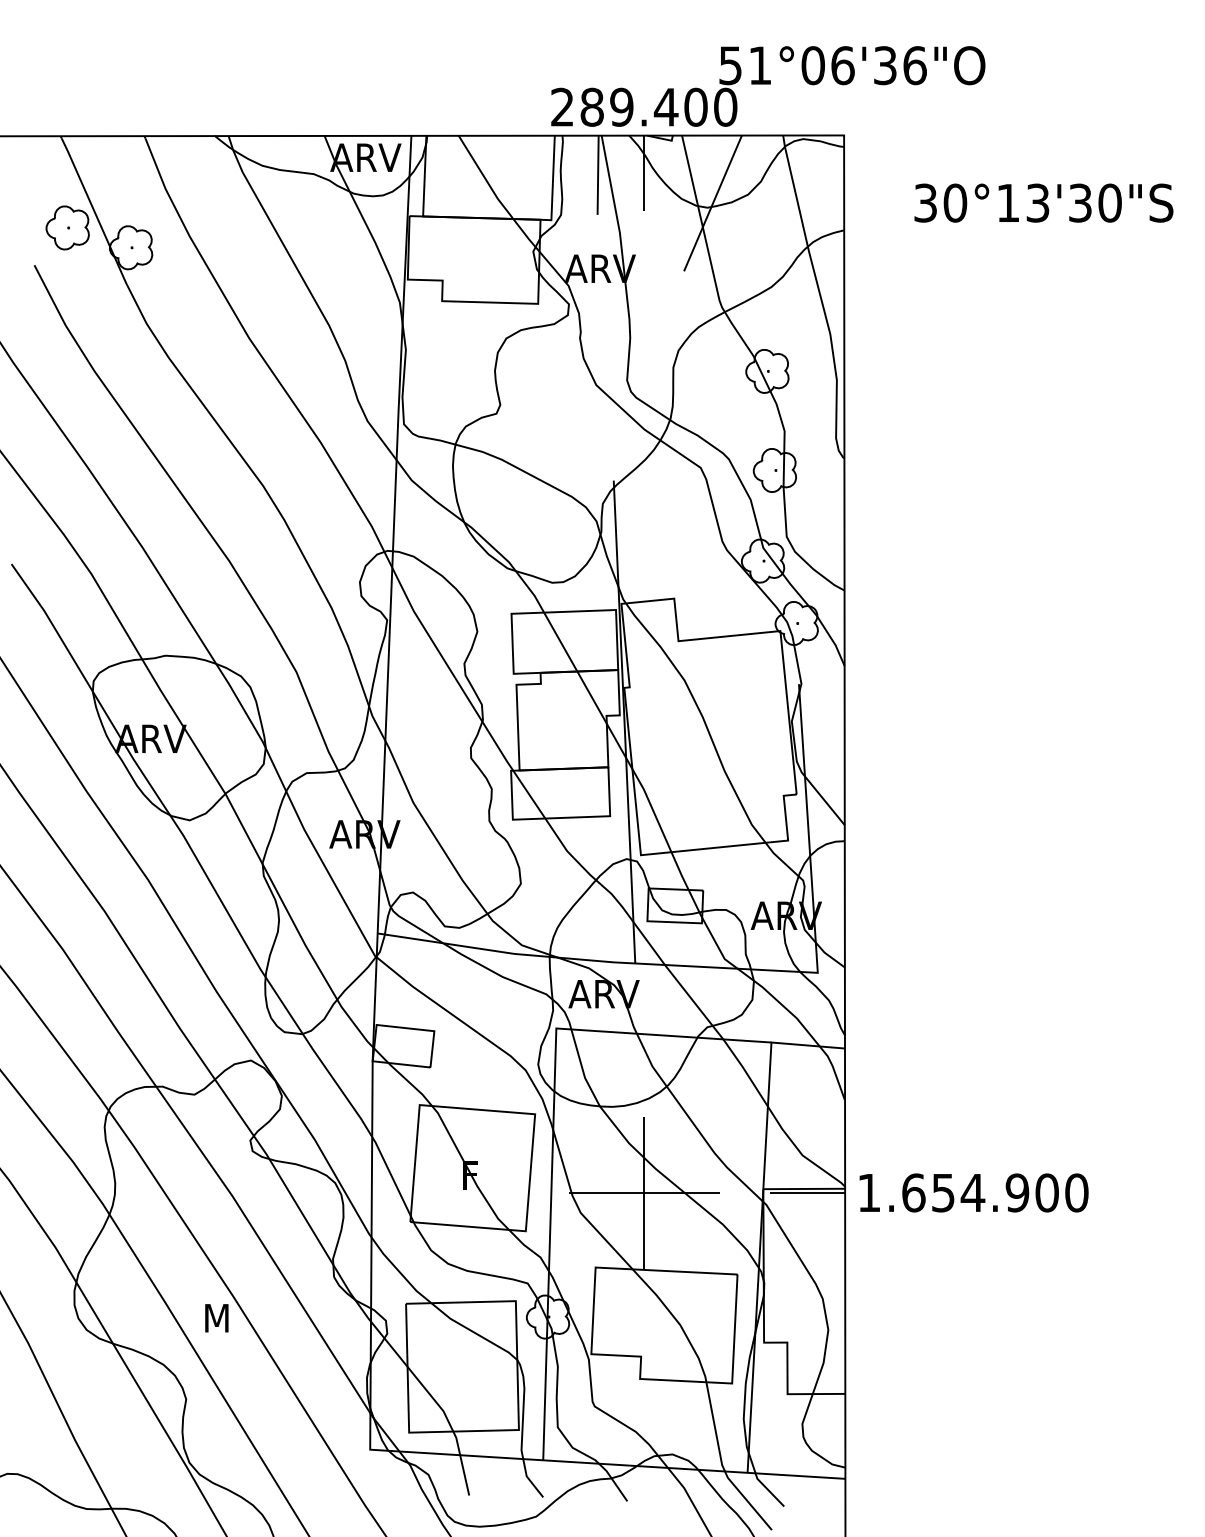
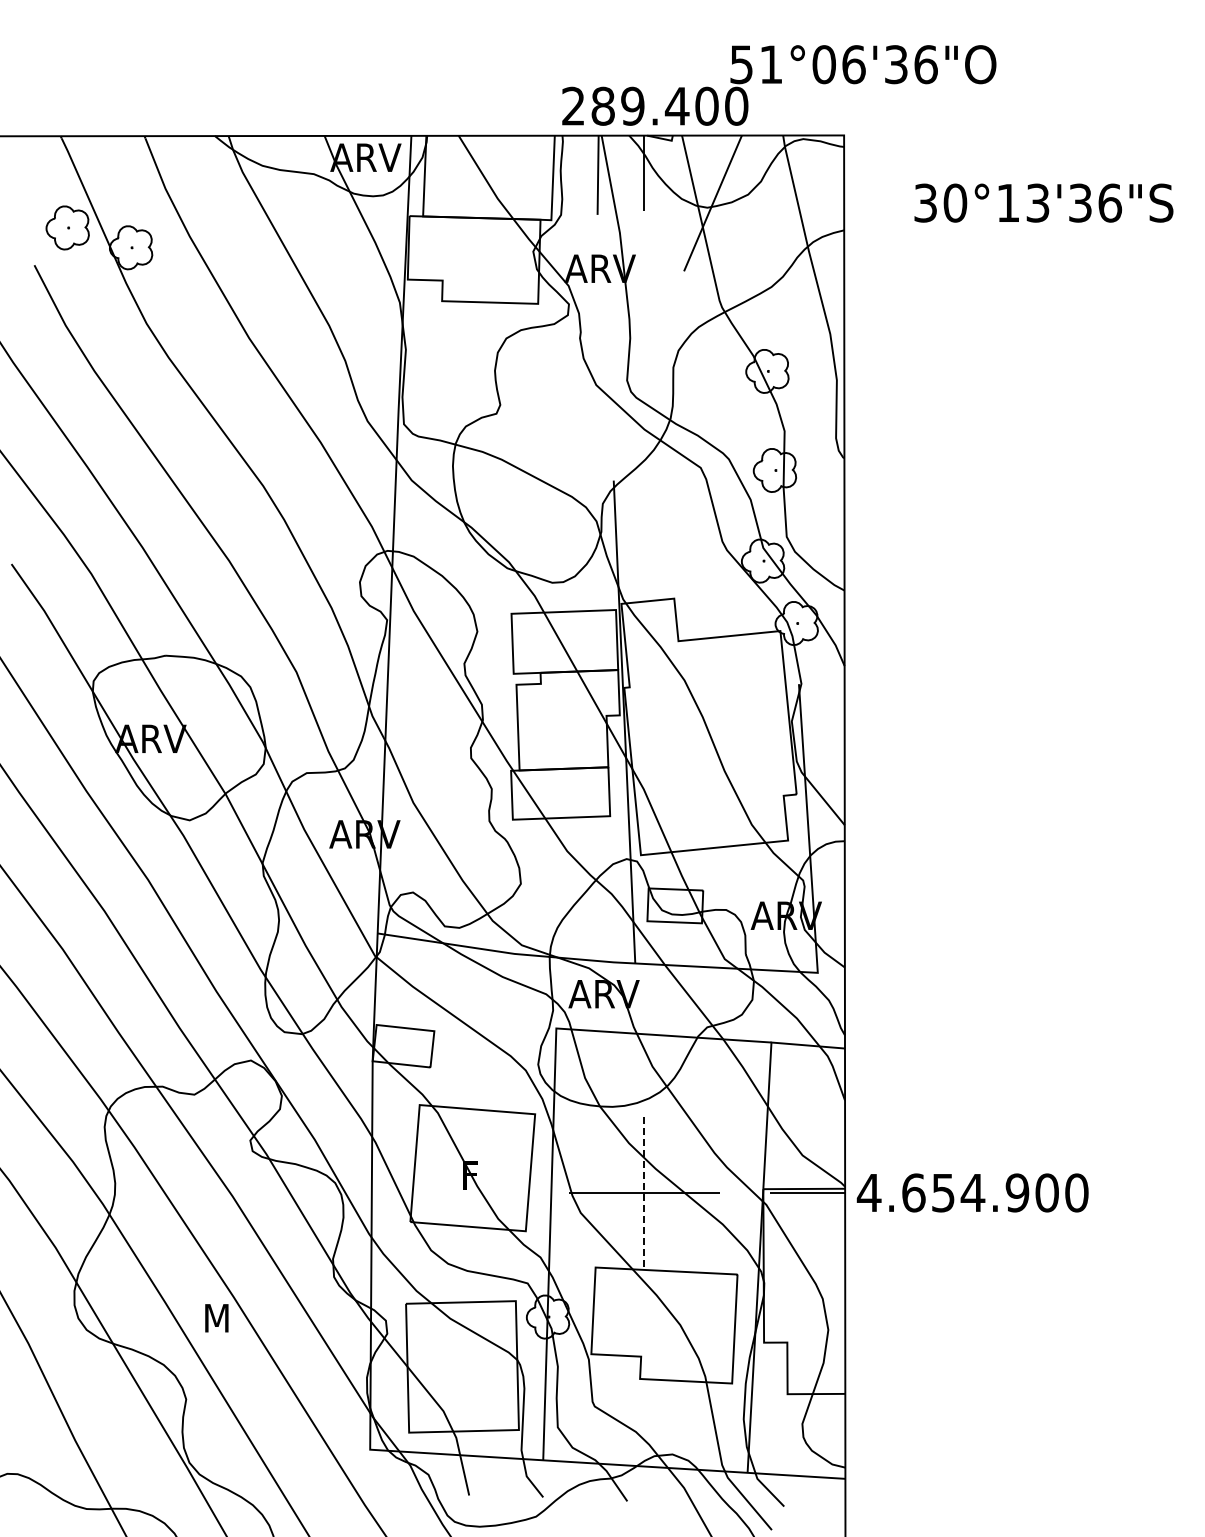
text at (768, 86) position: (768, 86) -> (779, 85)
text at (1110, 202): 30°13'30"S -> 30°13'36"S
line at (644, 1192): solid -> dashed
text at (868, 1192): 1.654.900 -> 4.654.900
